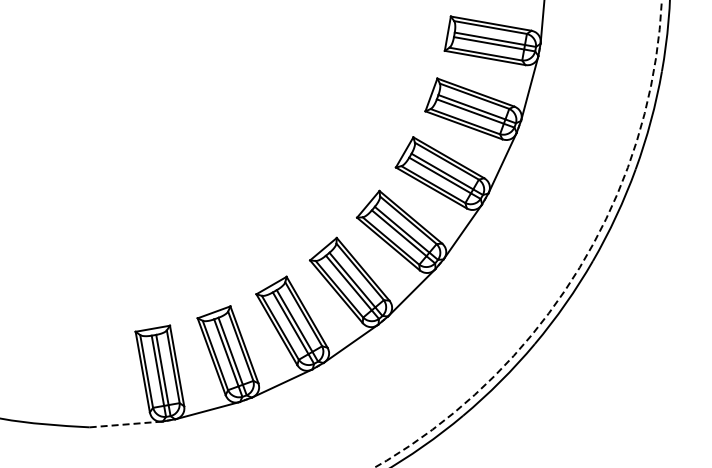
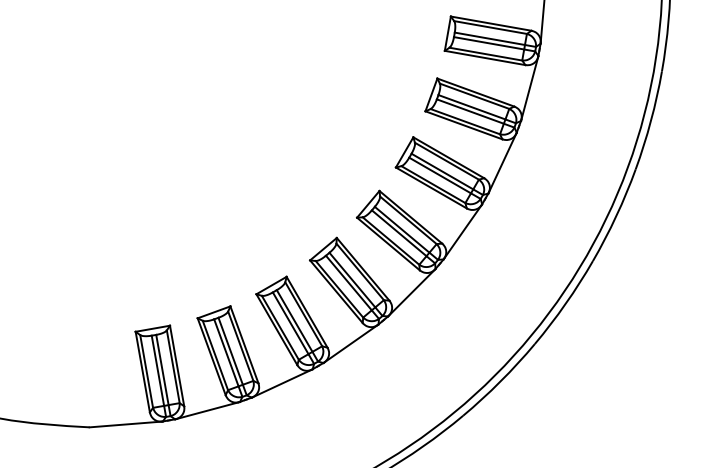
circle at (517, 233): dashed -> solid
line at (126, 424): dashed -> solid
